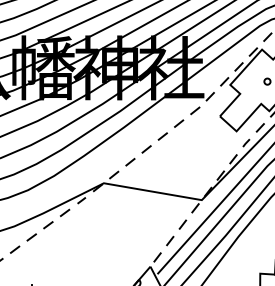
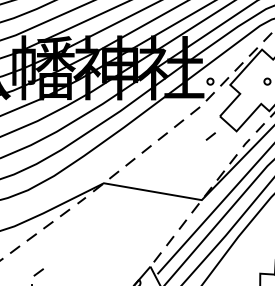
circle at (210, 81): none -> present
line at (210, 136): none -> present
line at (38, 272): none -> present
